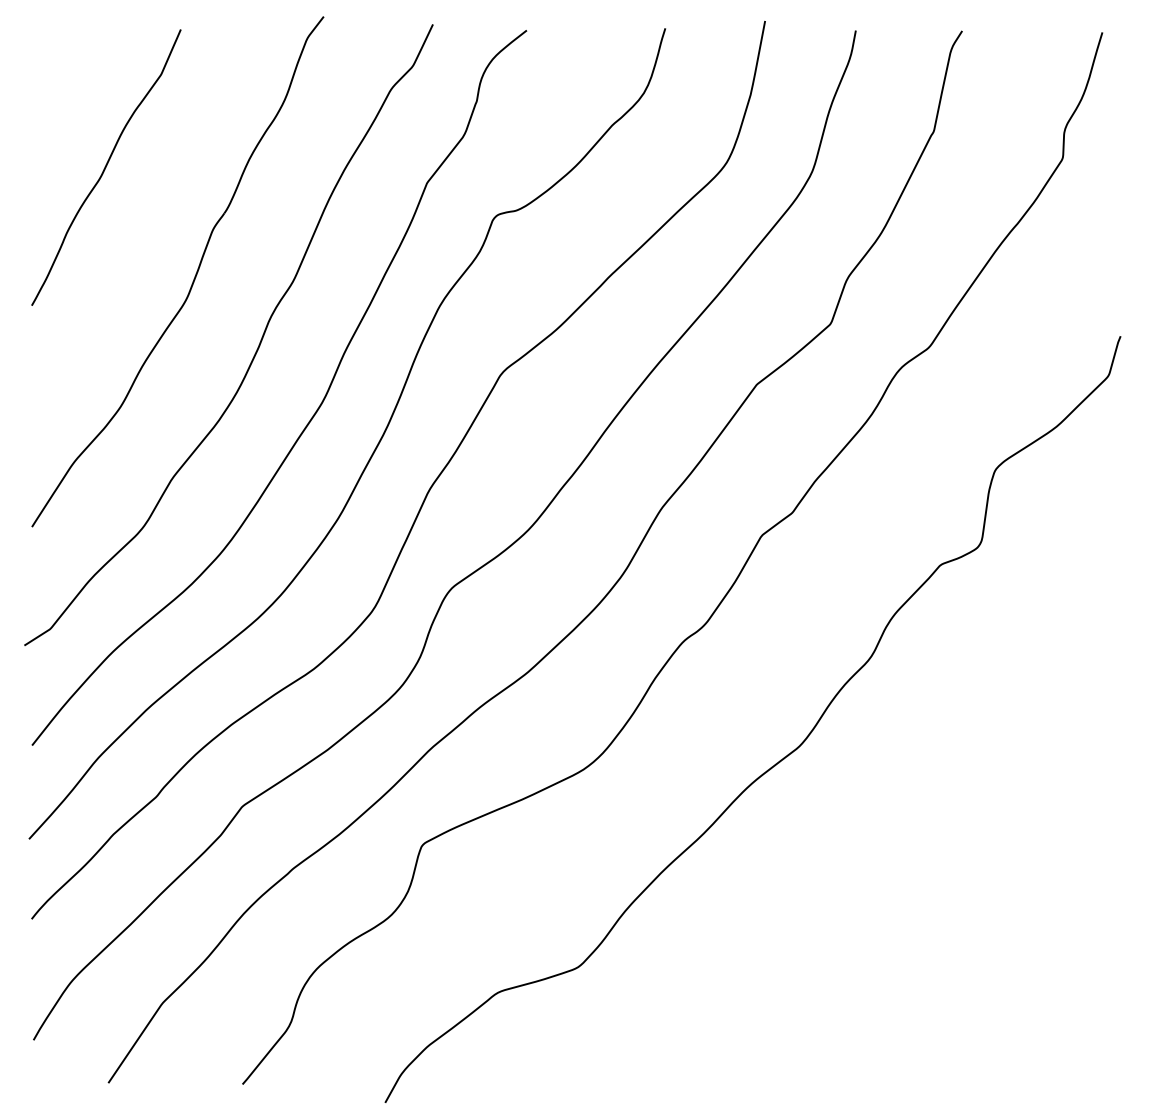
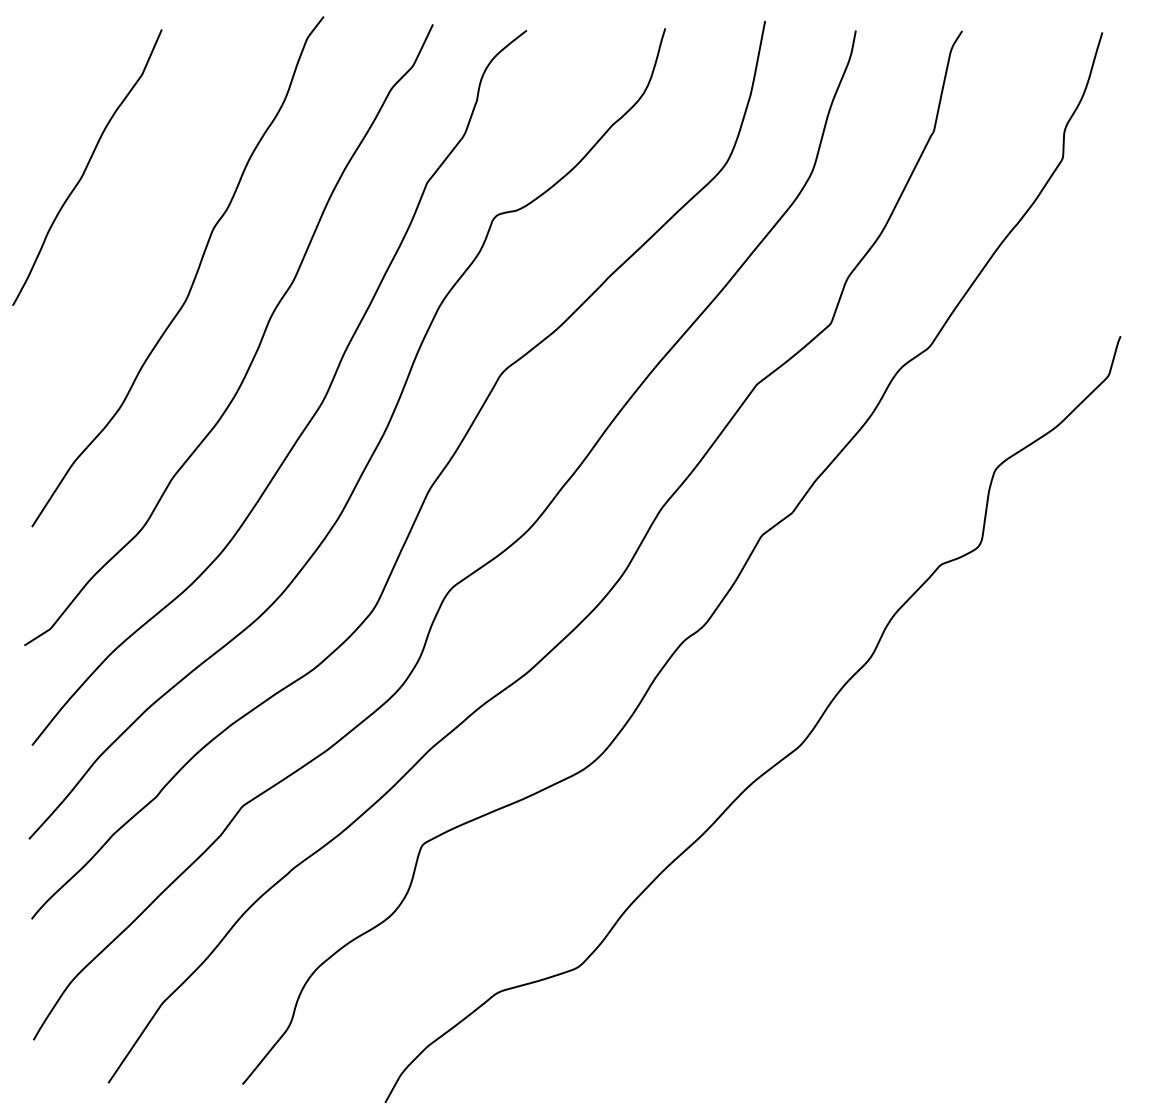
curve at (106, 167) position: (106, 167) -> (87, 167)
